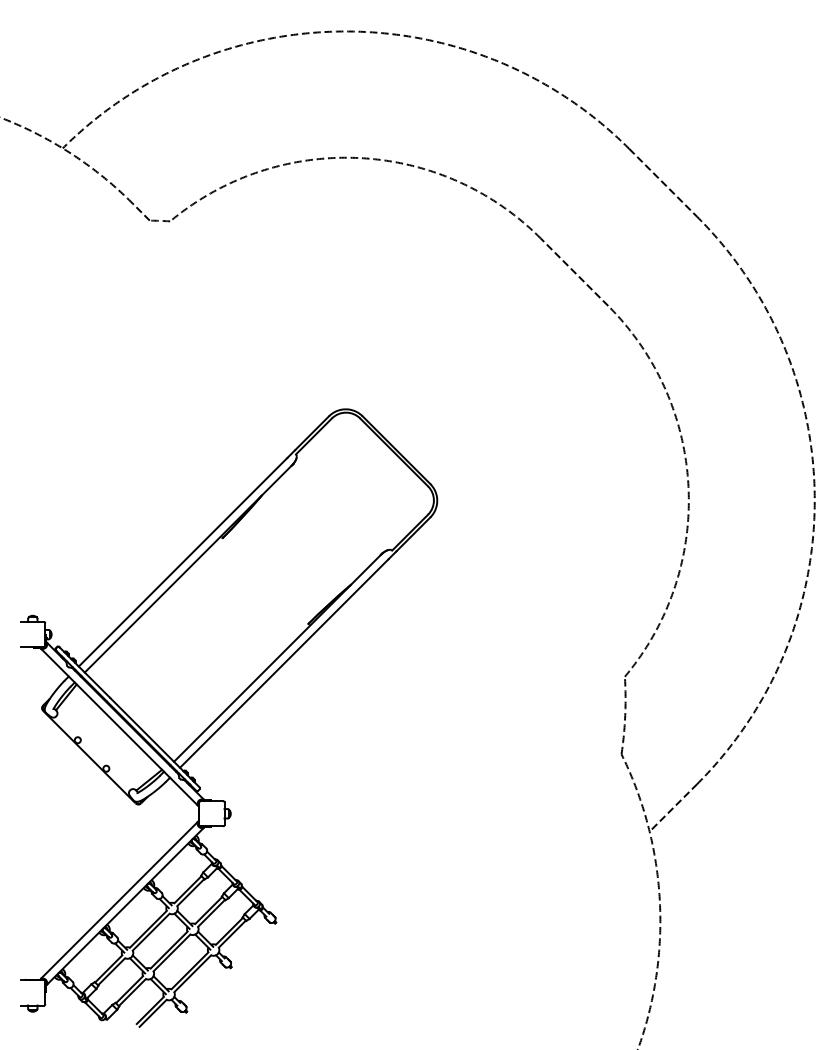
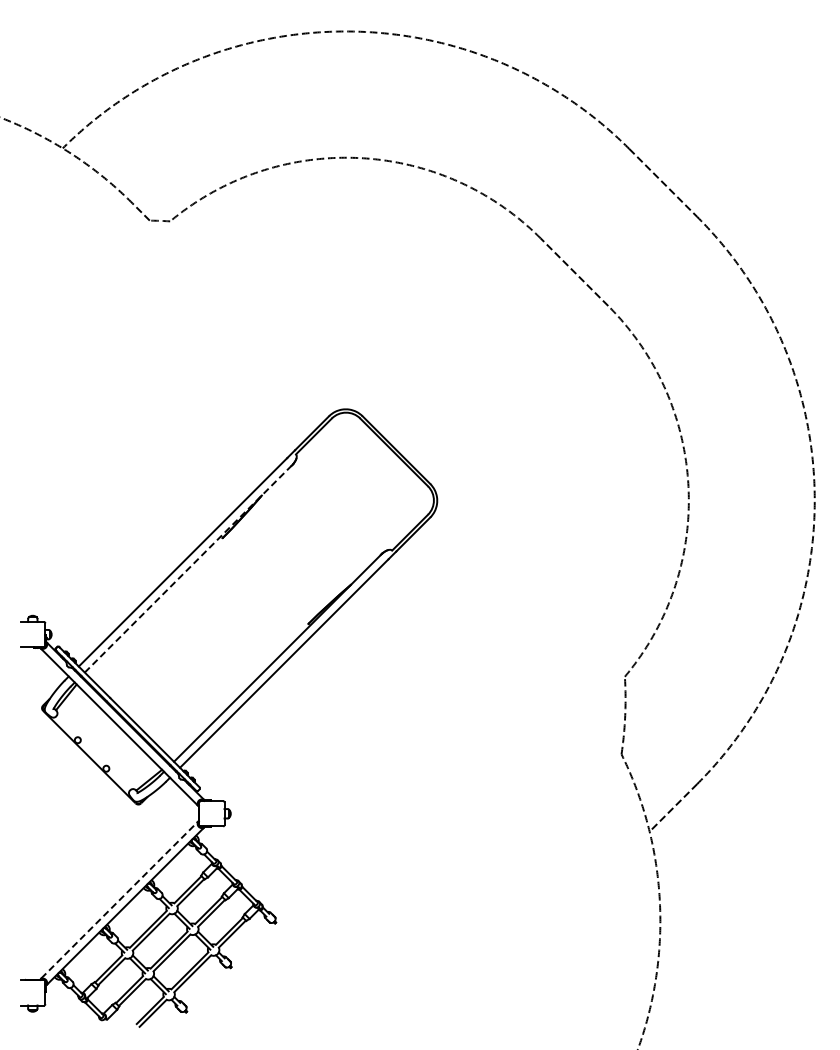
line at (189, 567): solid -> dashed
line at (119, 900): solid -> dashed
